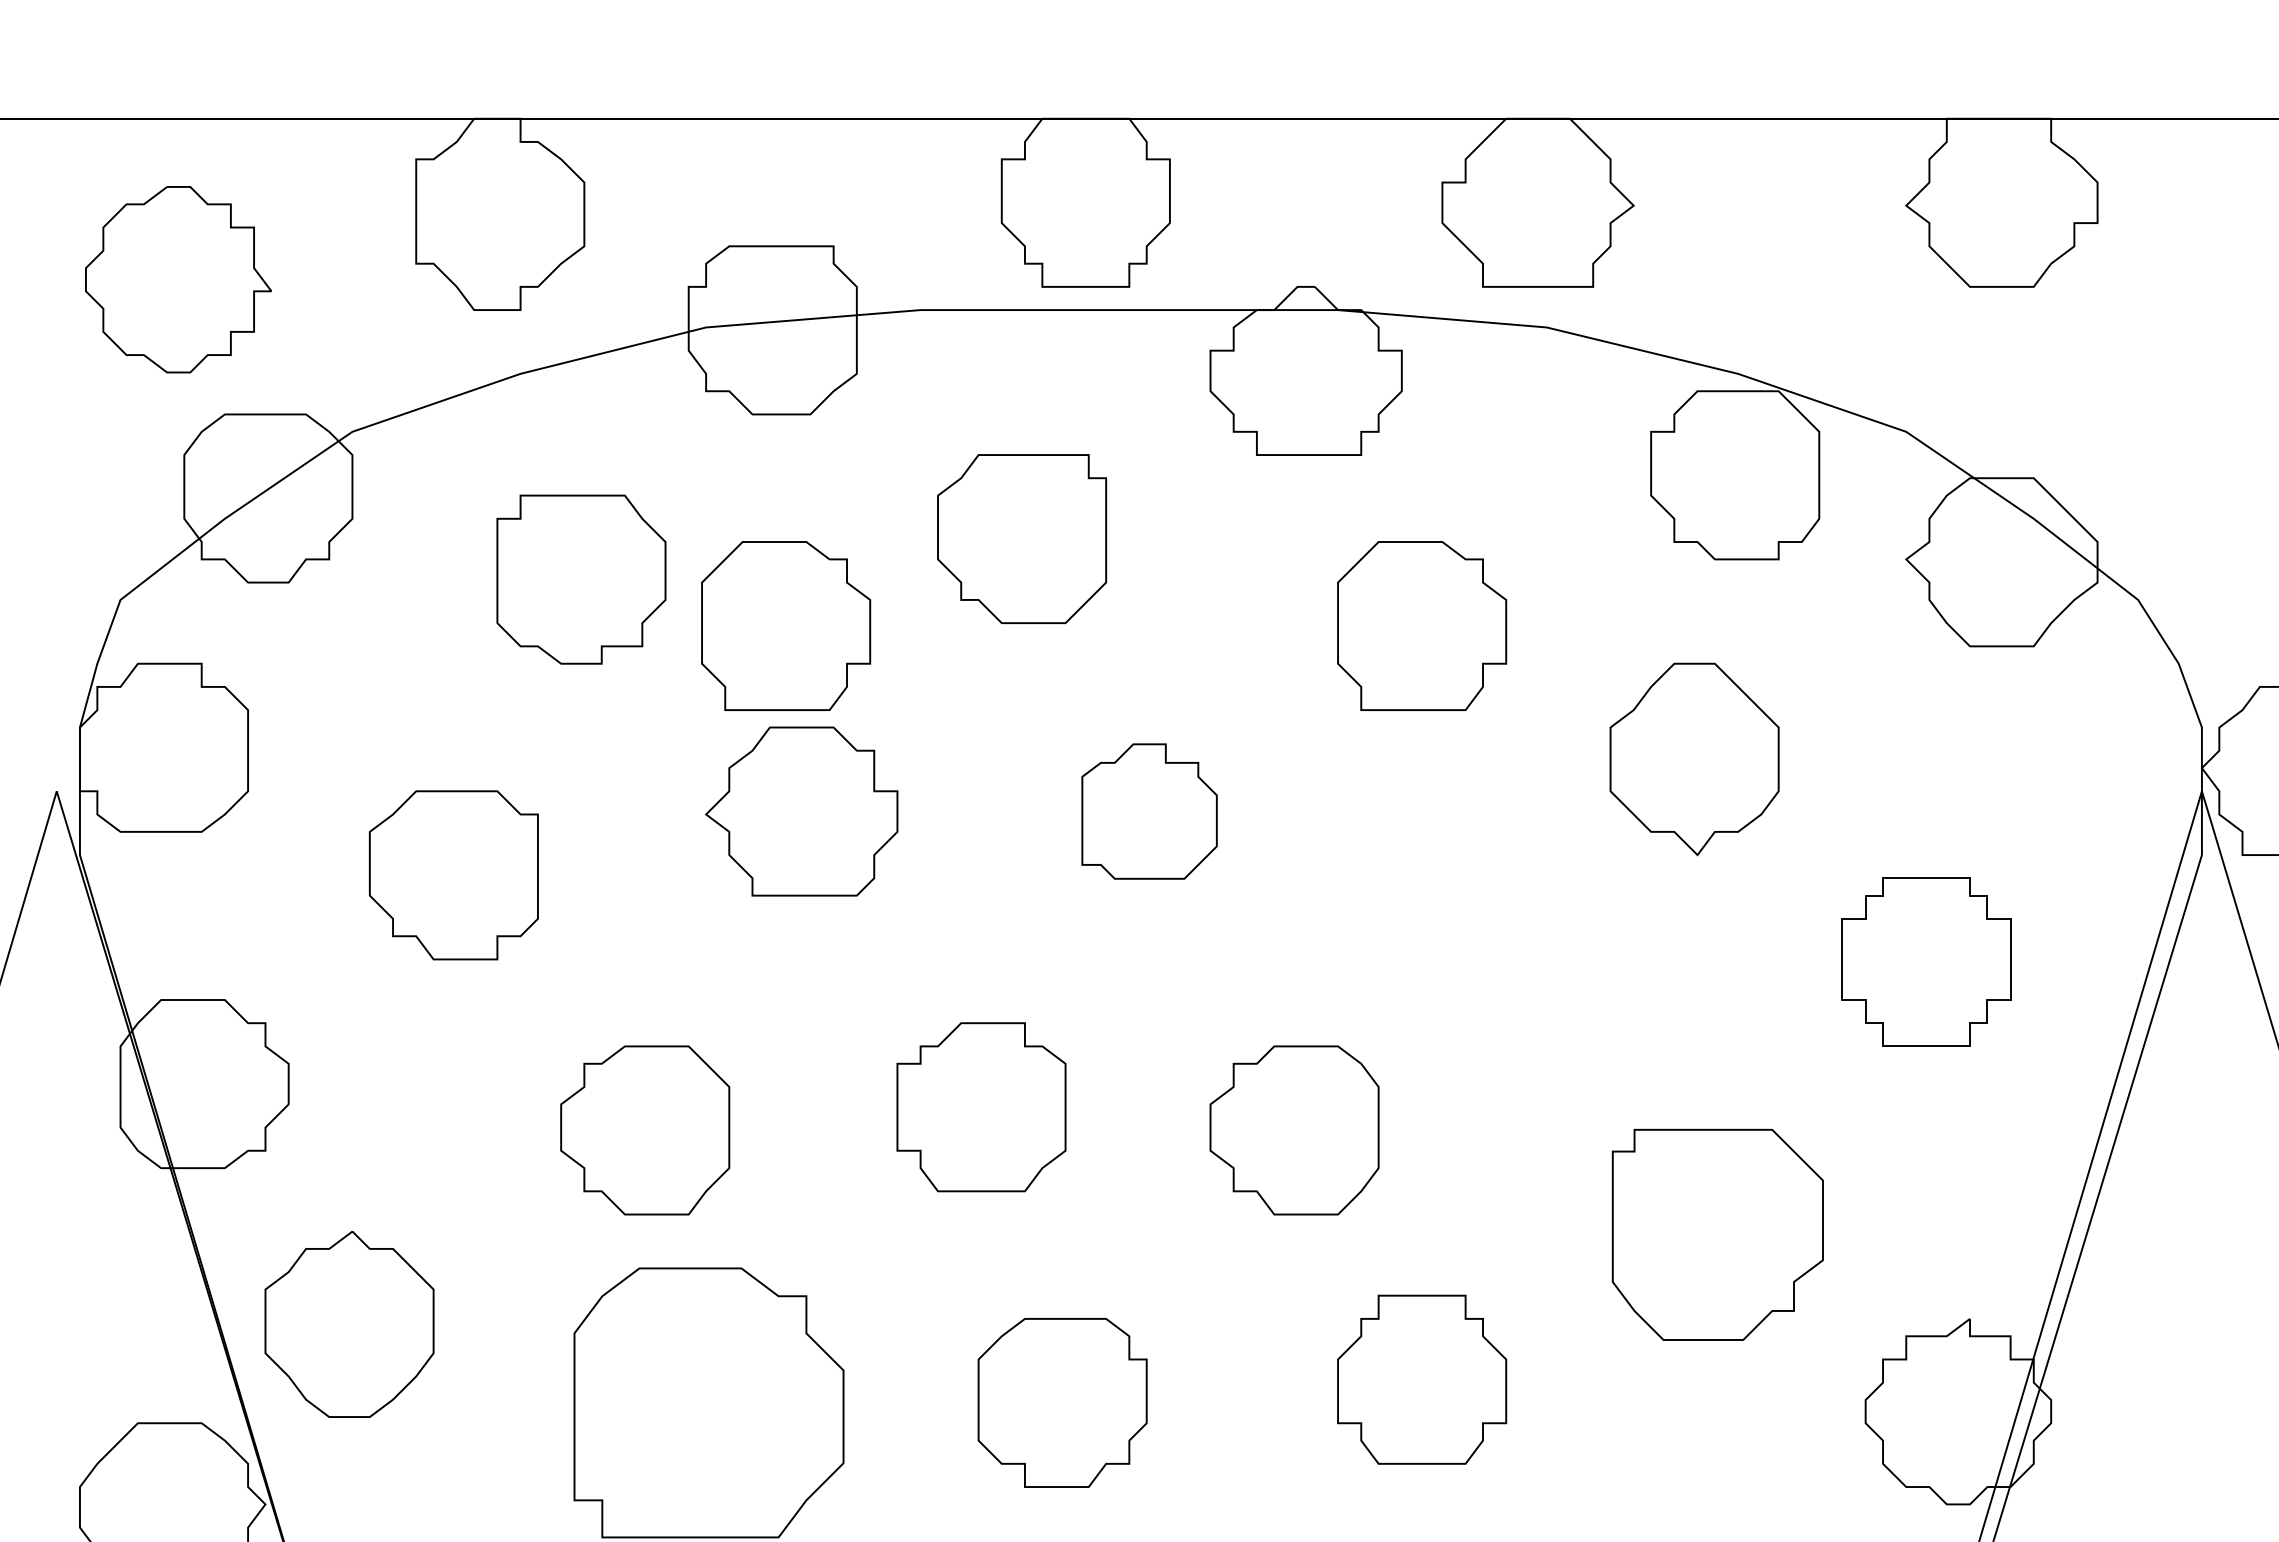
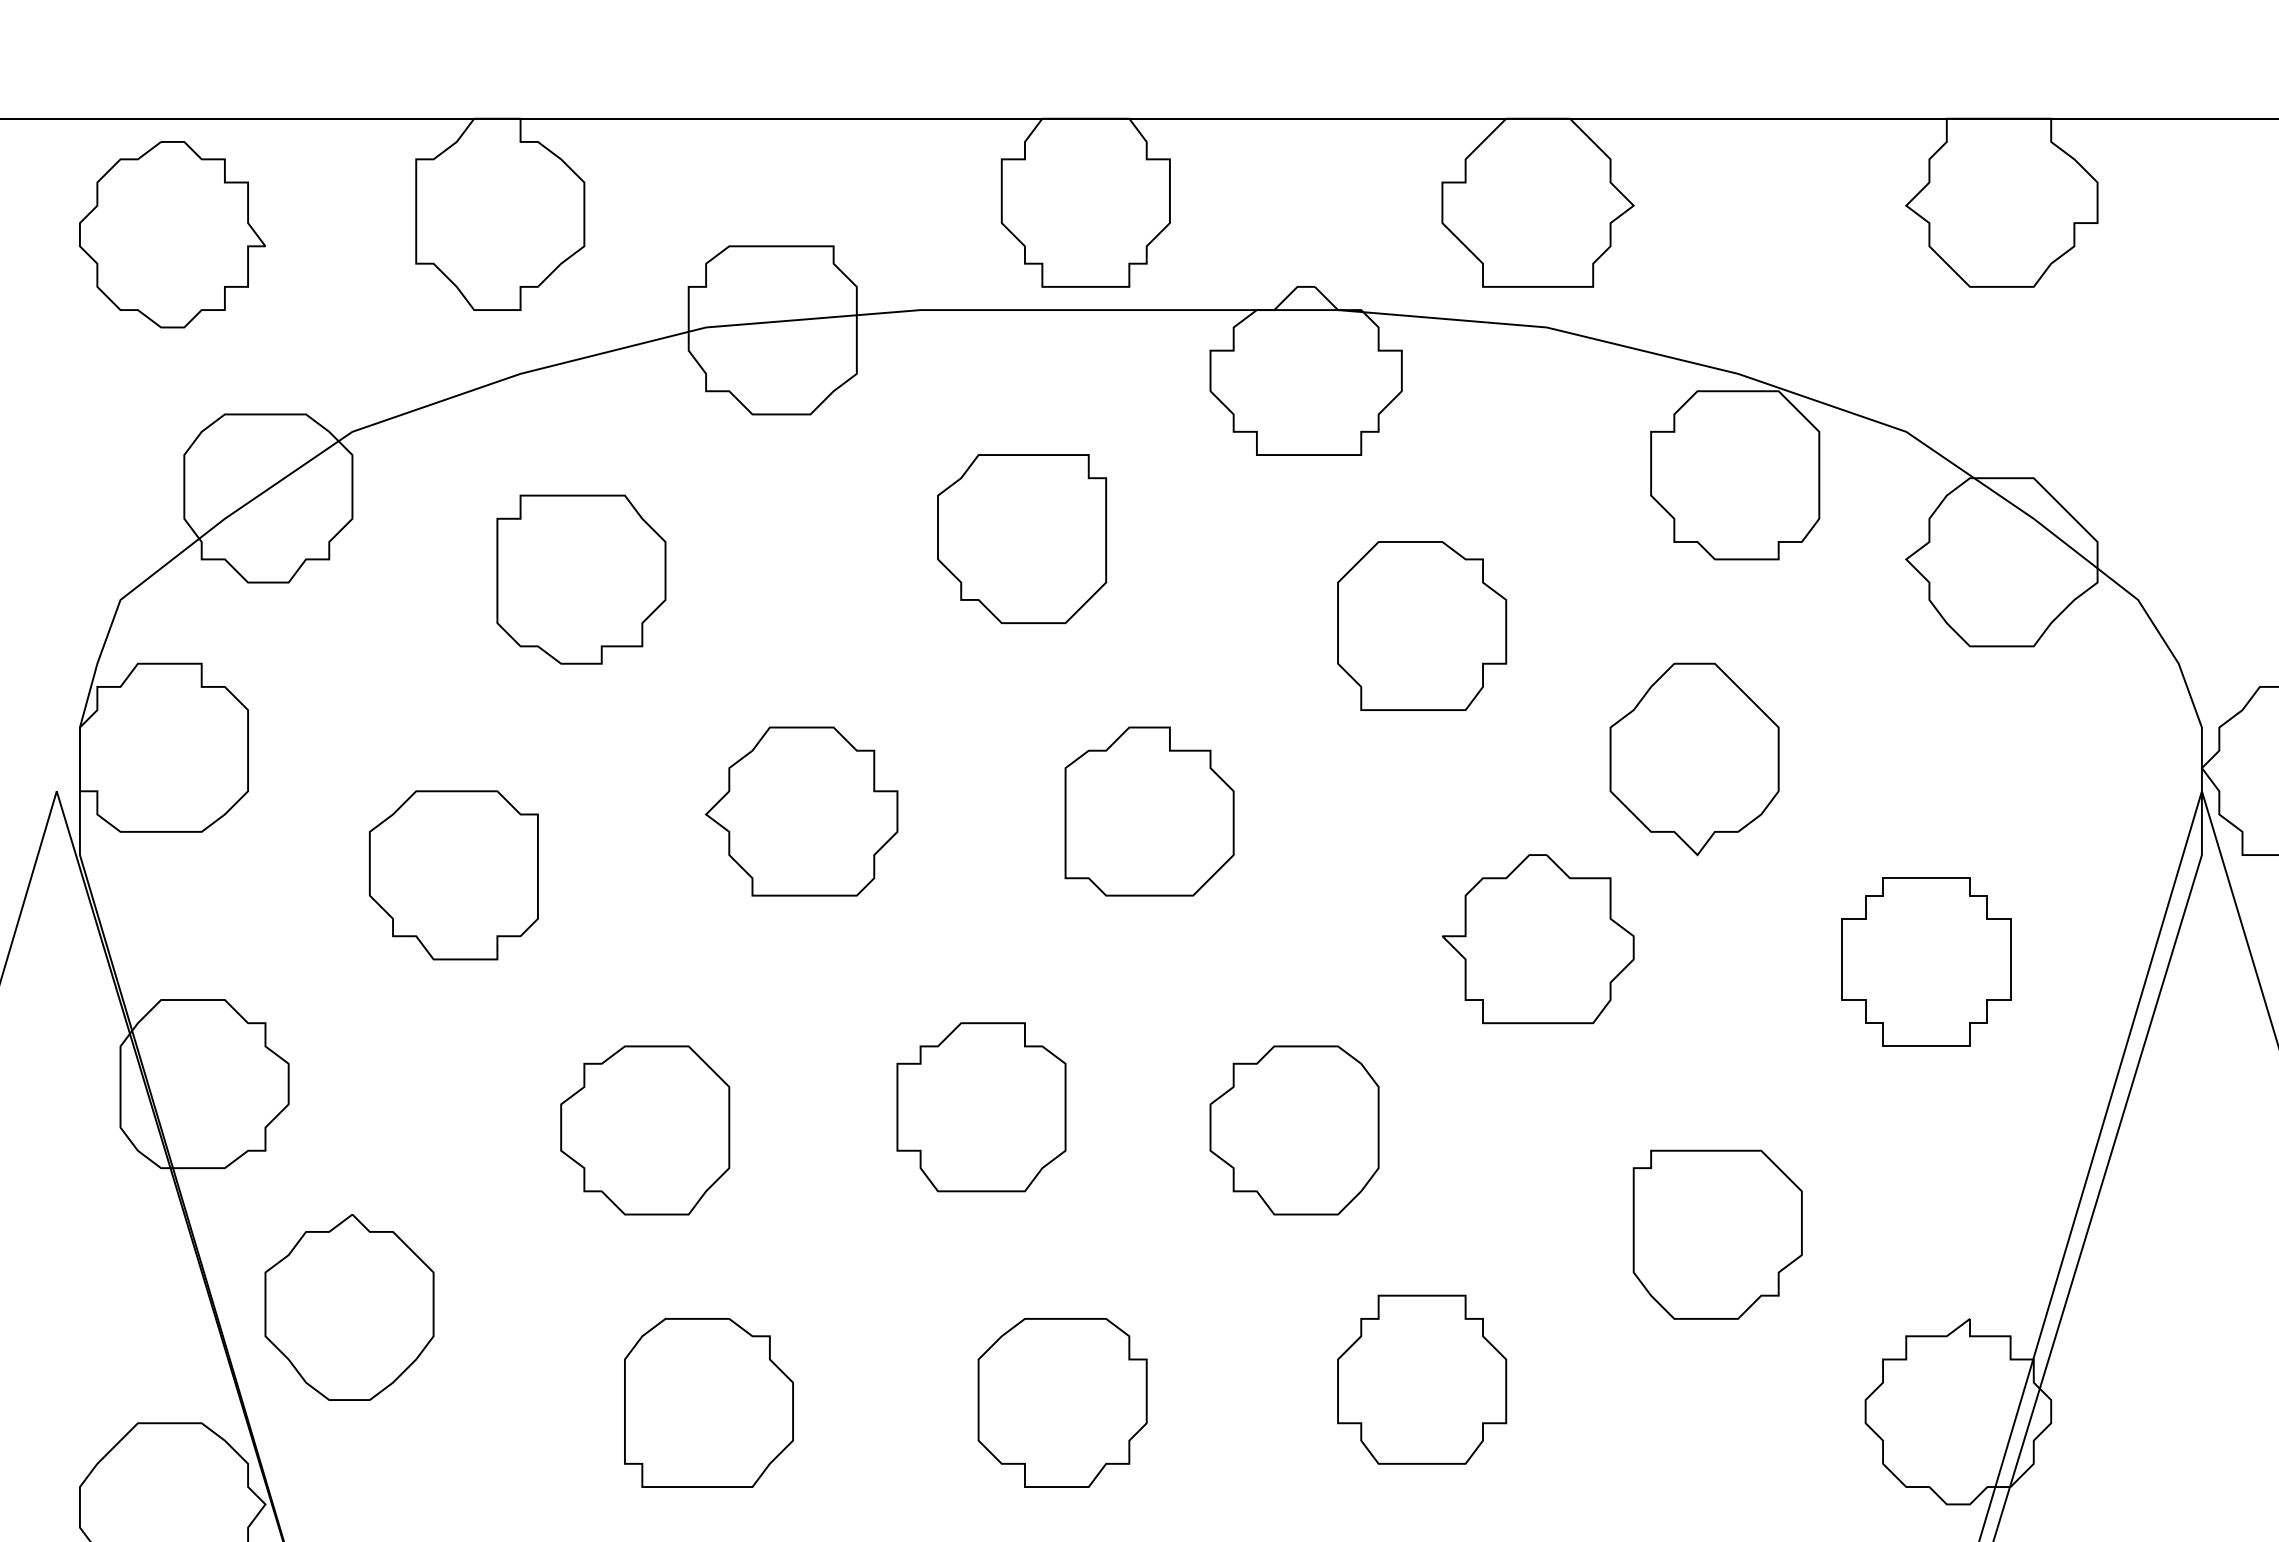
part at (178, 279) position: (178, 279) -> (172, 234)
part at (786, 625): present -> none
part at (1149, 811) size: 137x137 px -> 171x171 px
part at (1538, 939): none -> present
part at (1717, 1234) size: 213x213 px -> 171x171 px
part at (349, 1324) position: (349, 1324) -> (349, 1307)
part at (708, 1402) size: 272x272 px -> 170x170 px
